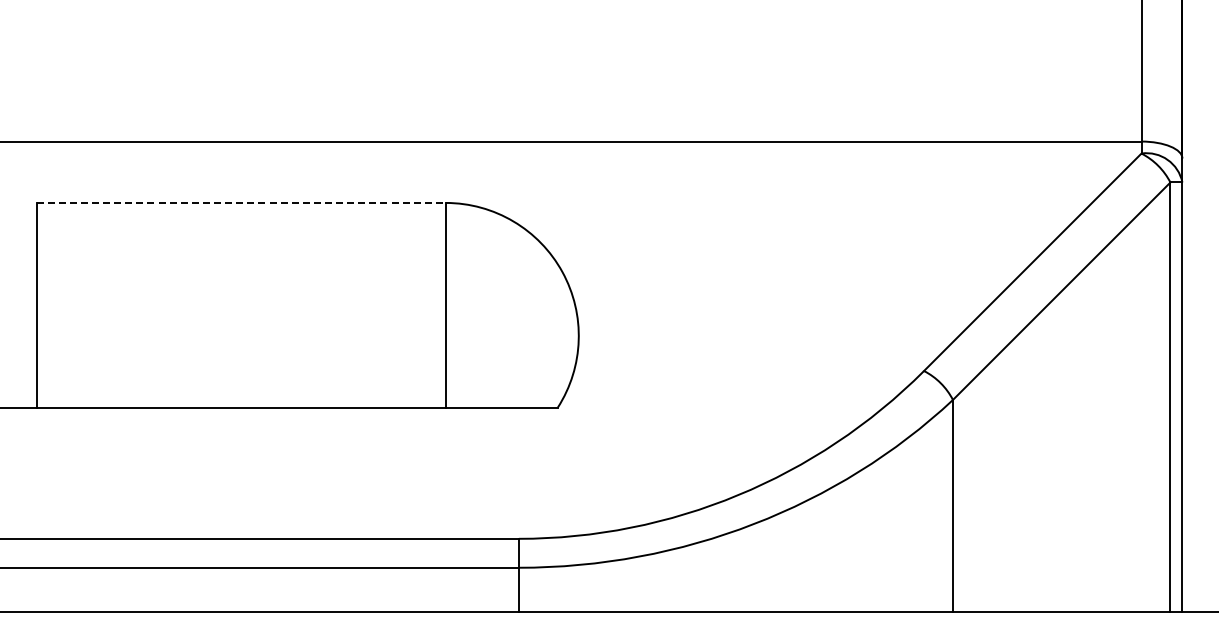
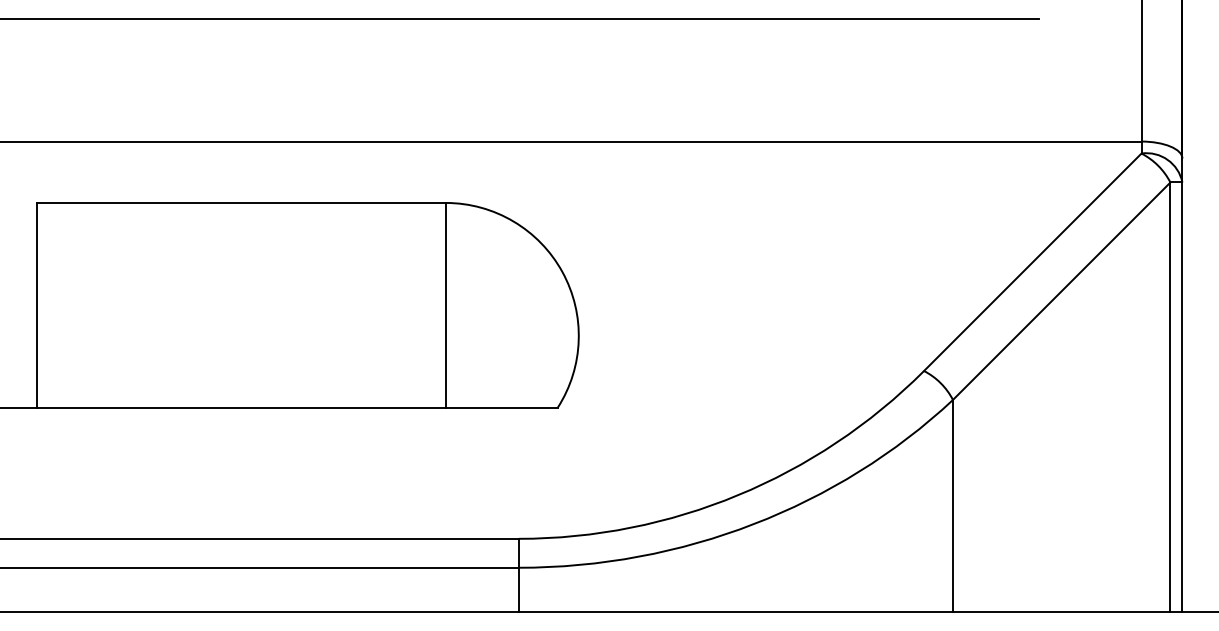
line at (520, 18): none -> present
line at (241, 202): dashed -> solid
